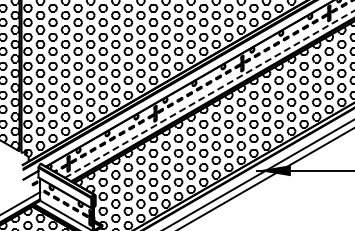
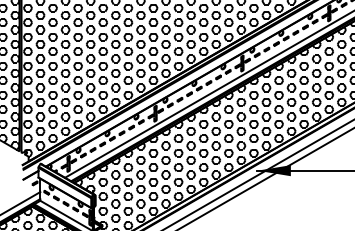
line at (210, 93): dashed -> solid
